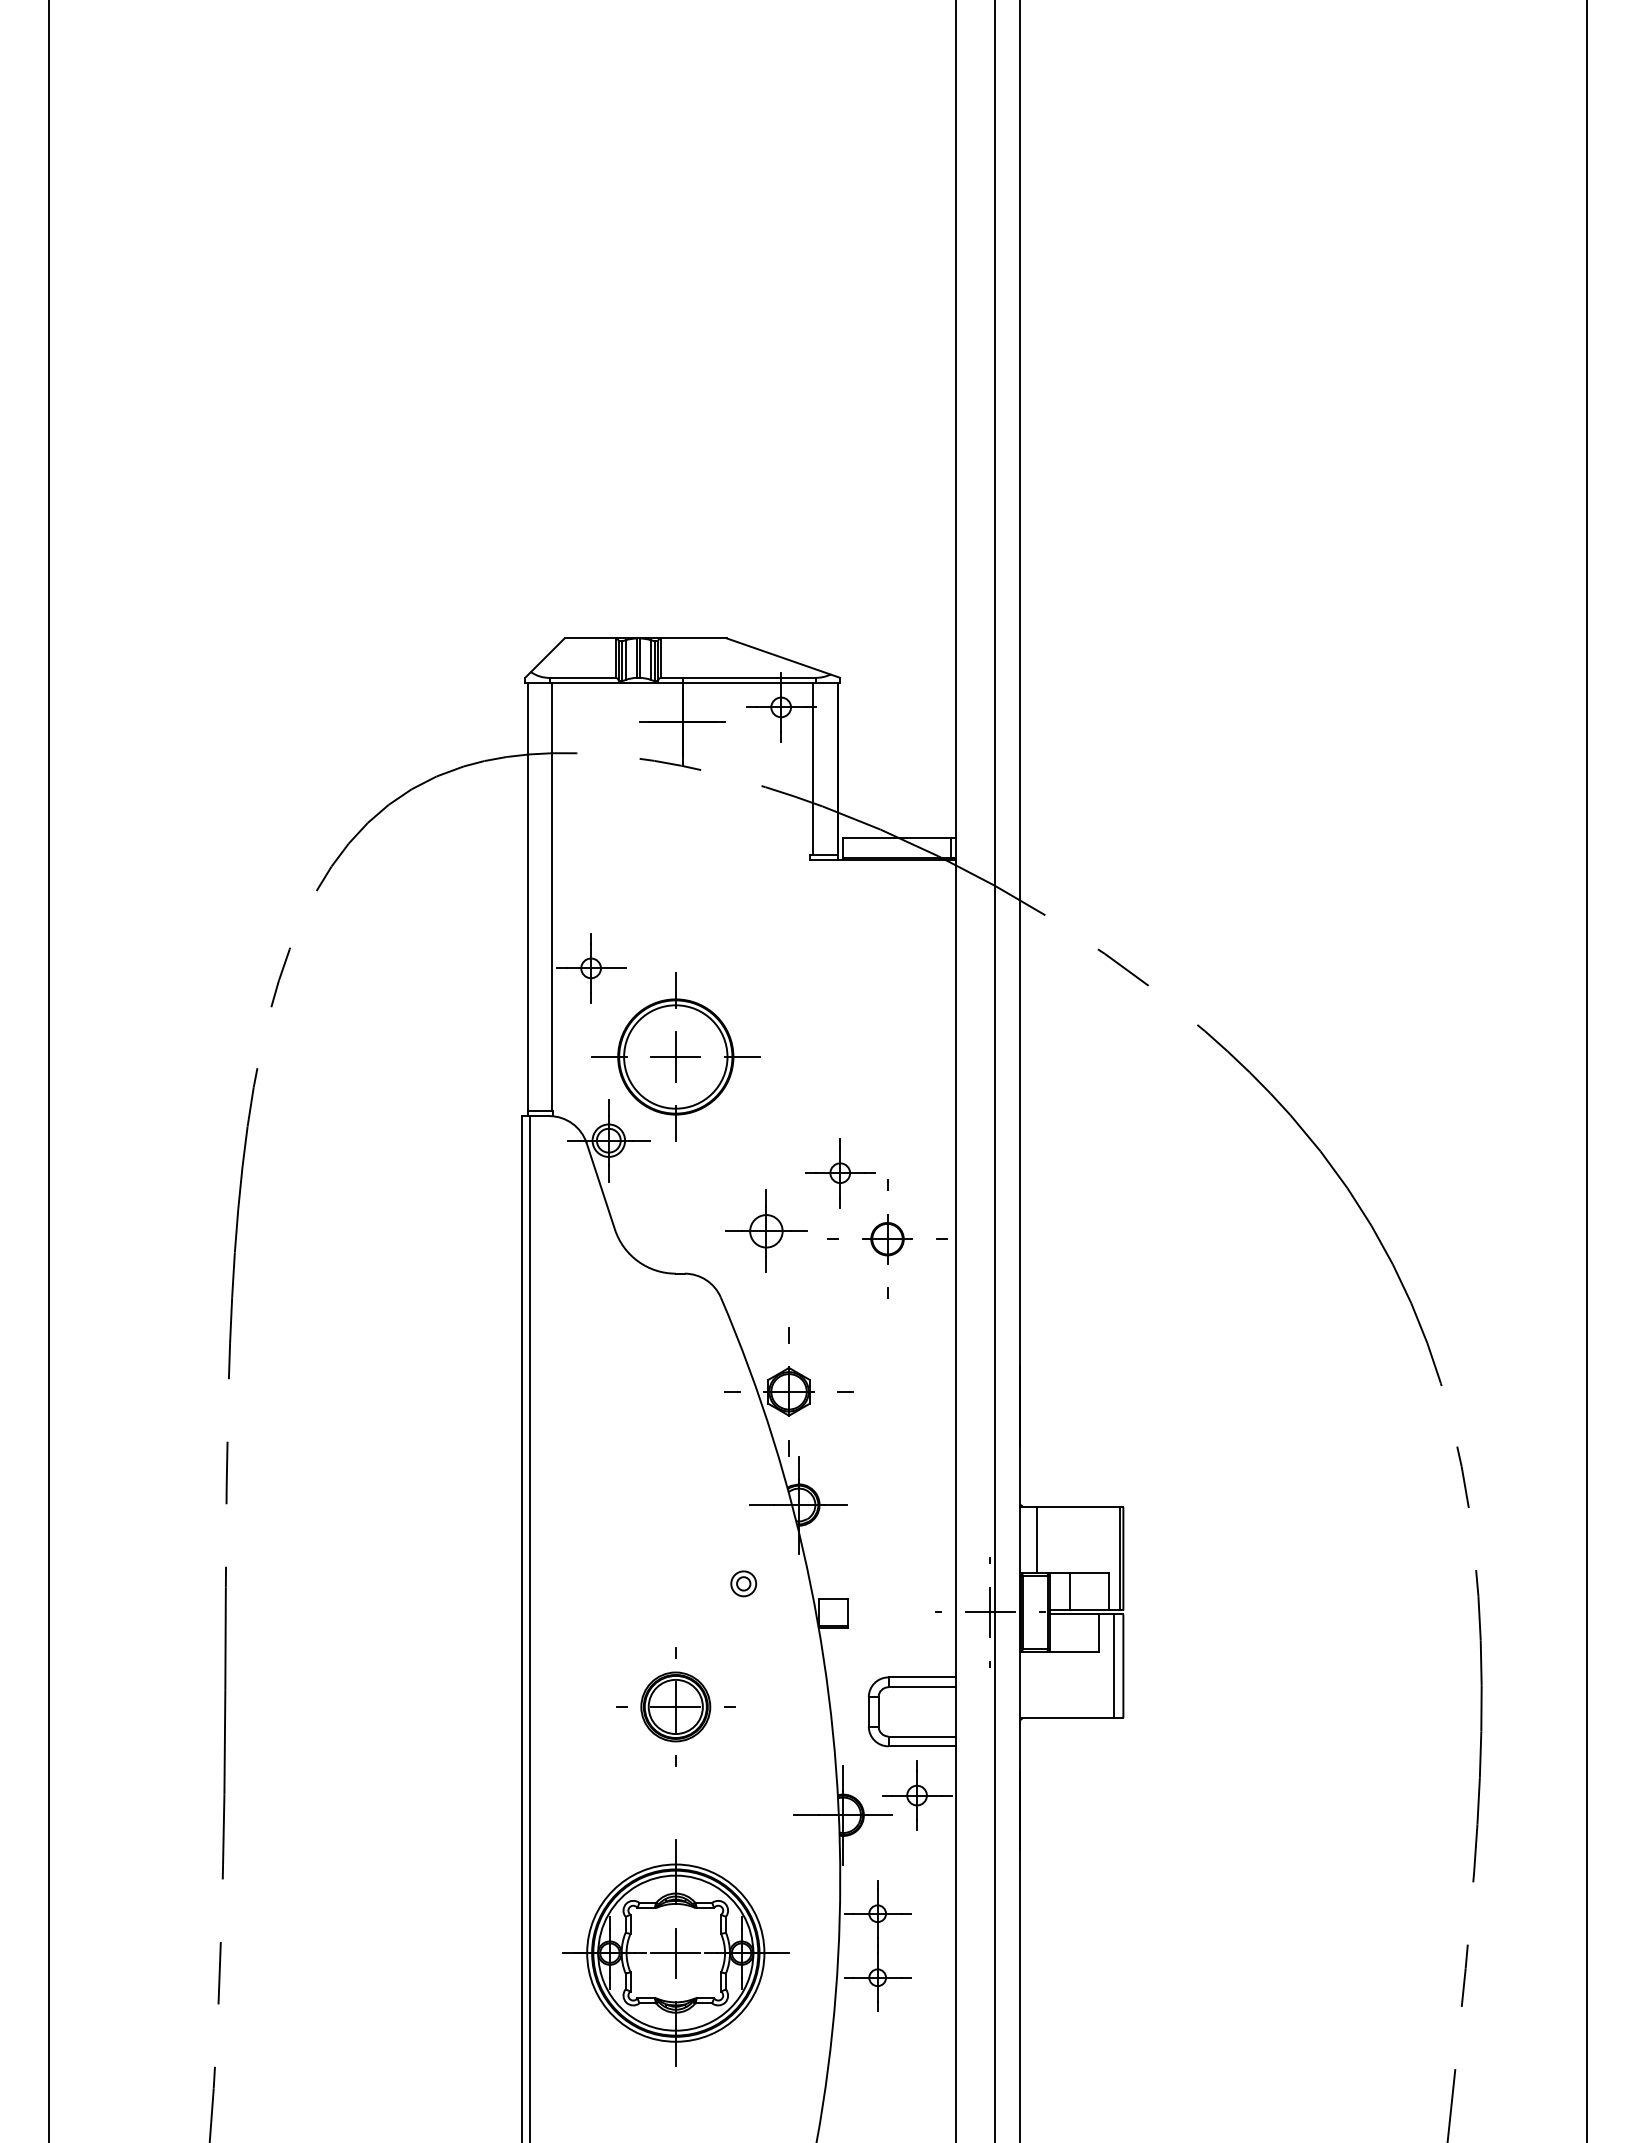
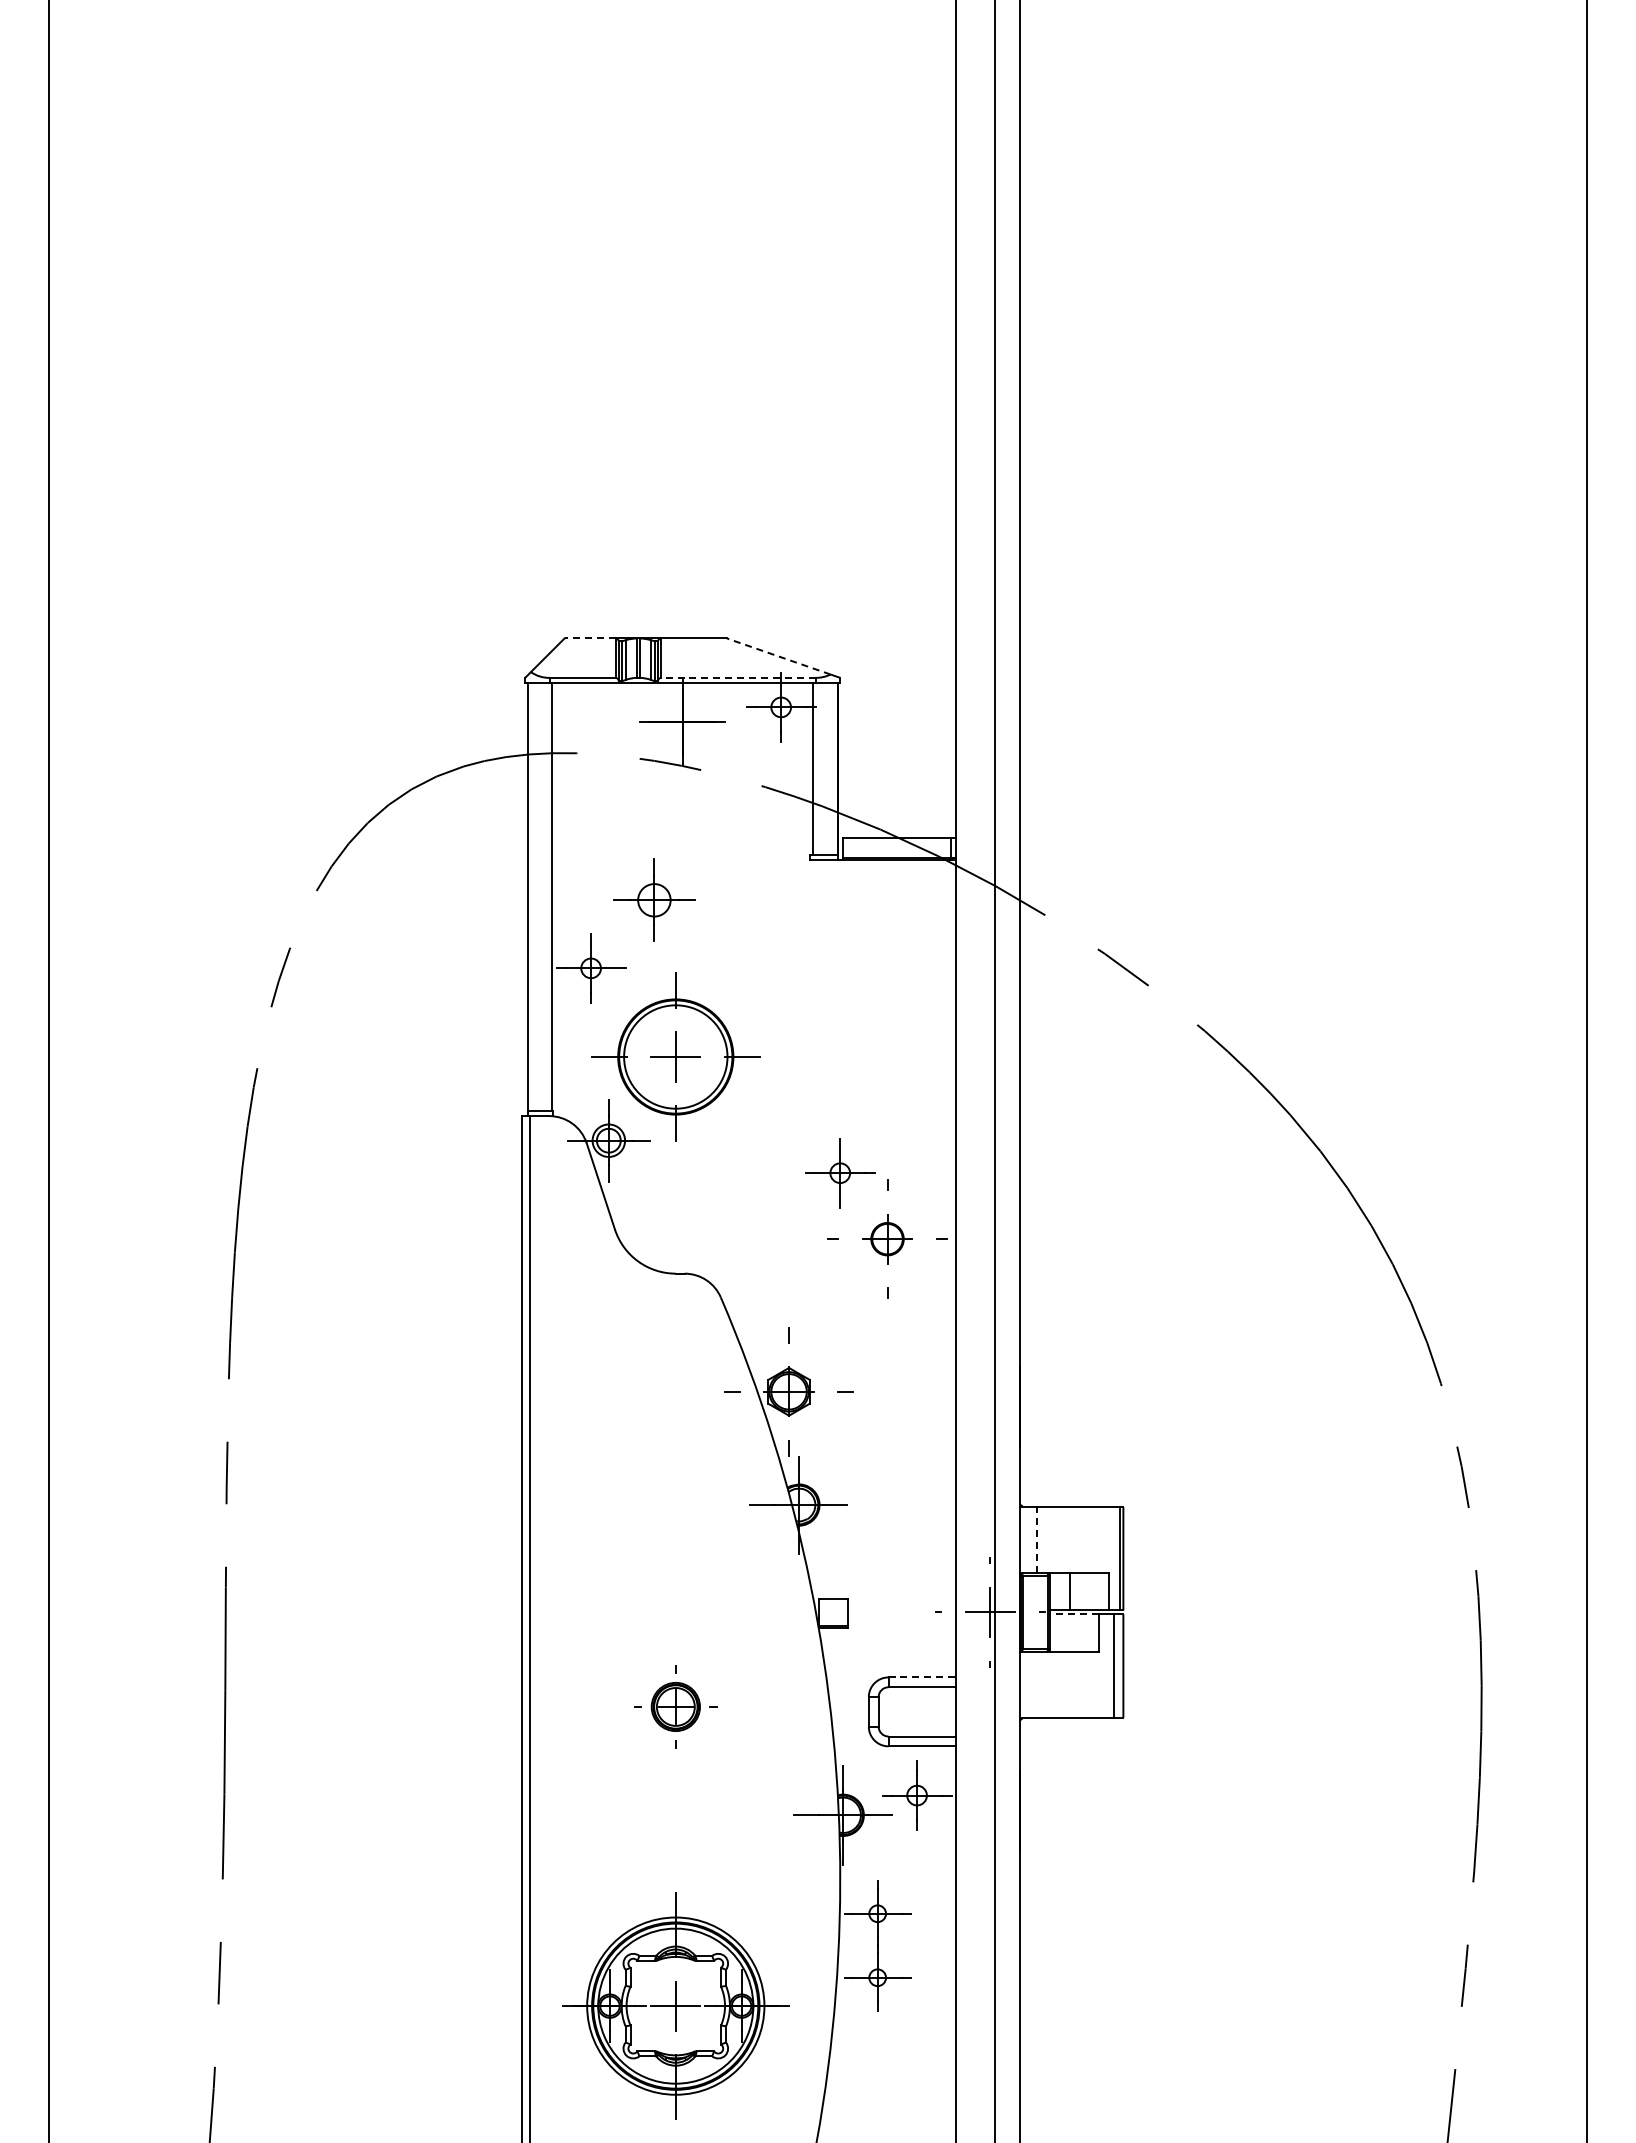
line at (590, 638): solid -> dashed
line at (778, 656): solid -> dashed
line at (737, 677): solid -> dashed
part at (766, 1230) position: (766, 1230) -> (654, 899)
line at (1037, 1540): solid -> dashed
part at (743, 1583): present -> none
line at (1074, 1614): solid -> dashed
line at (922, 1677): solid -> dashed
part at (675, 1706) size: 120x120 px -> 84x84 px
part at (675, 1952) position: (675, 1952) -> (675, 2005)
